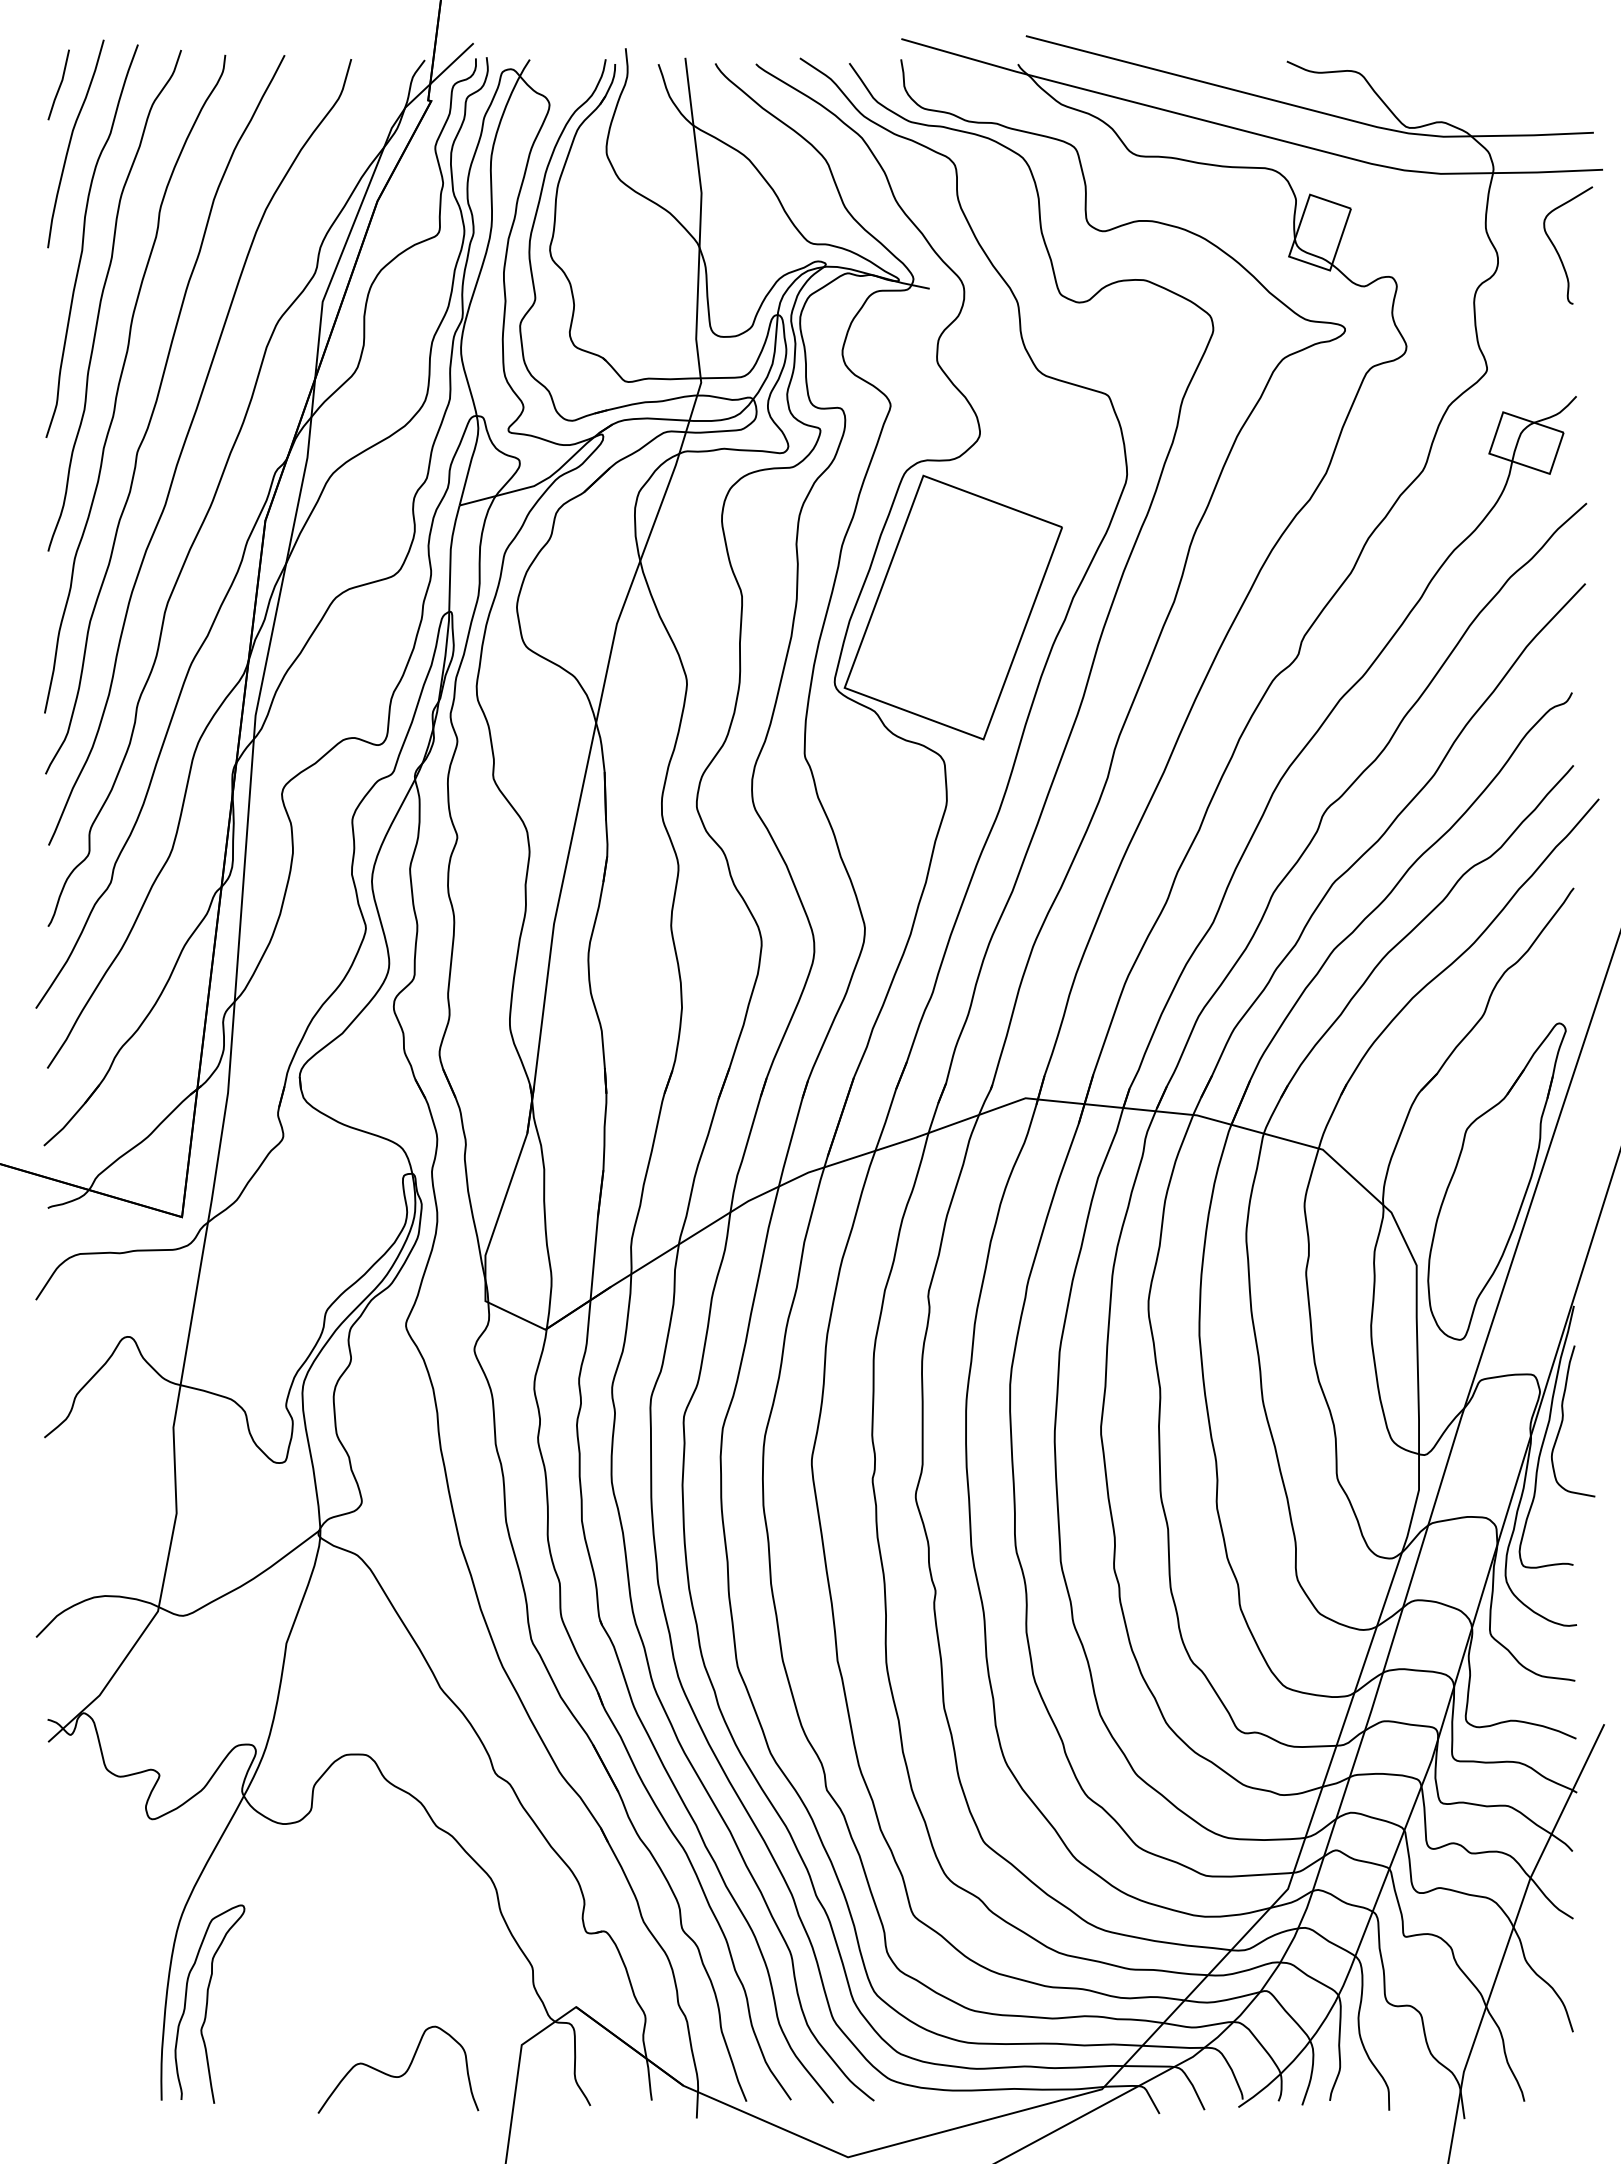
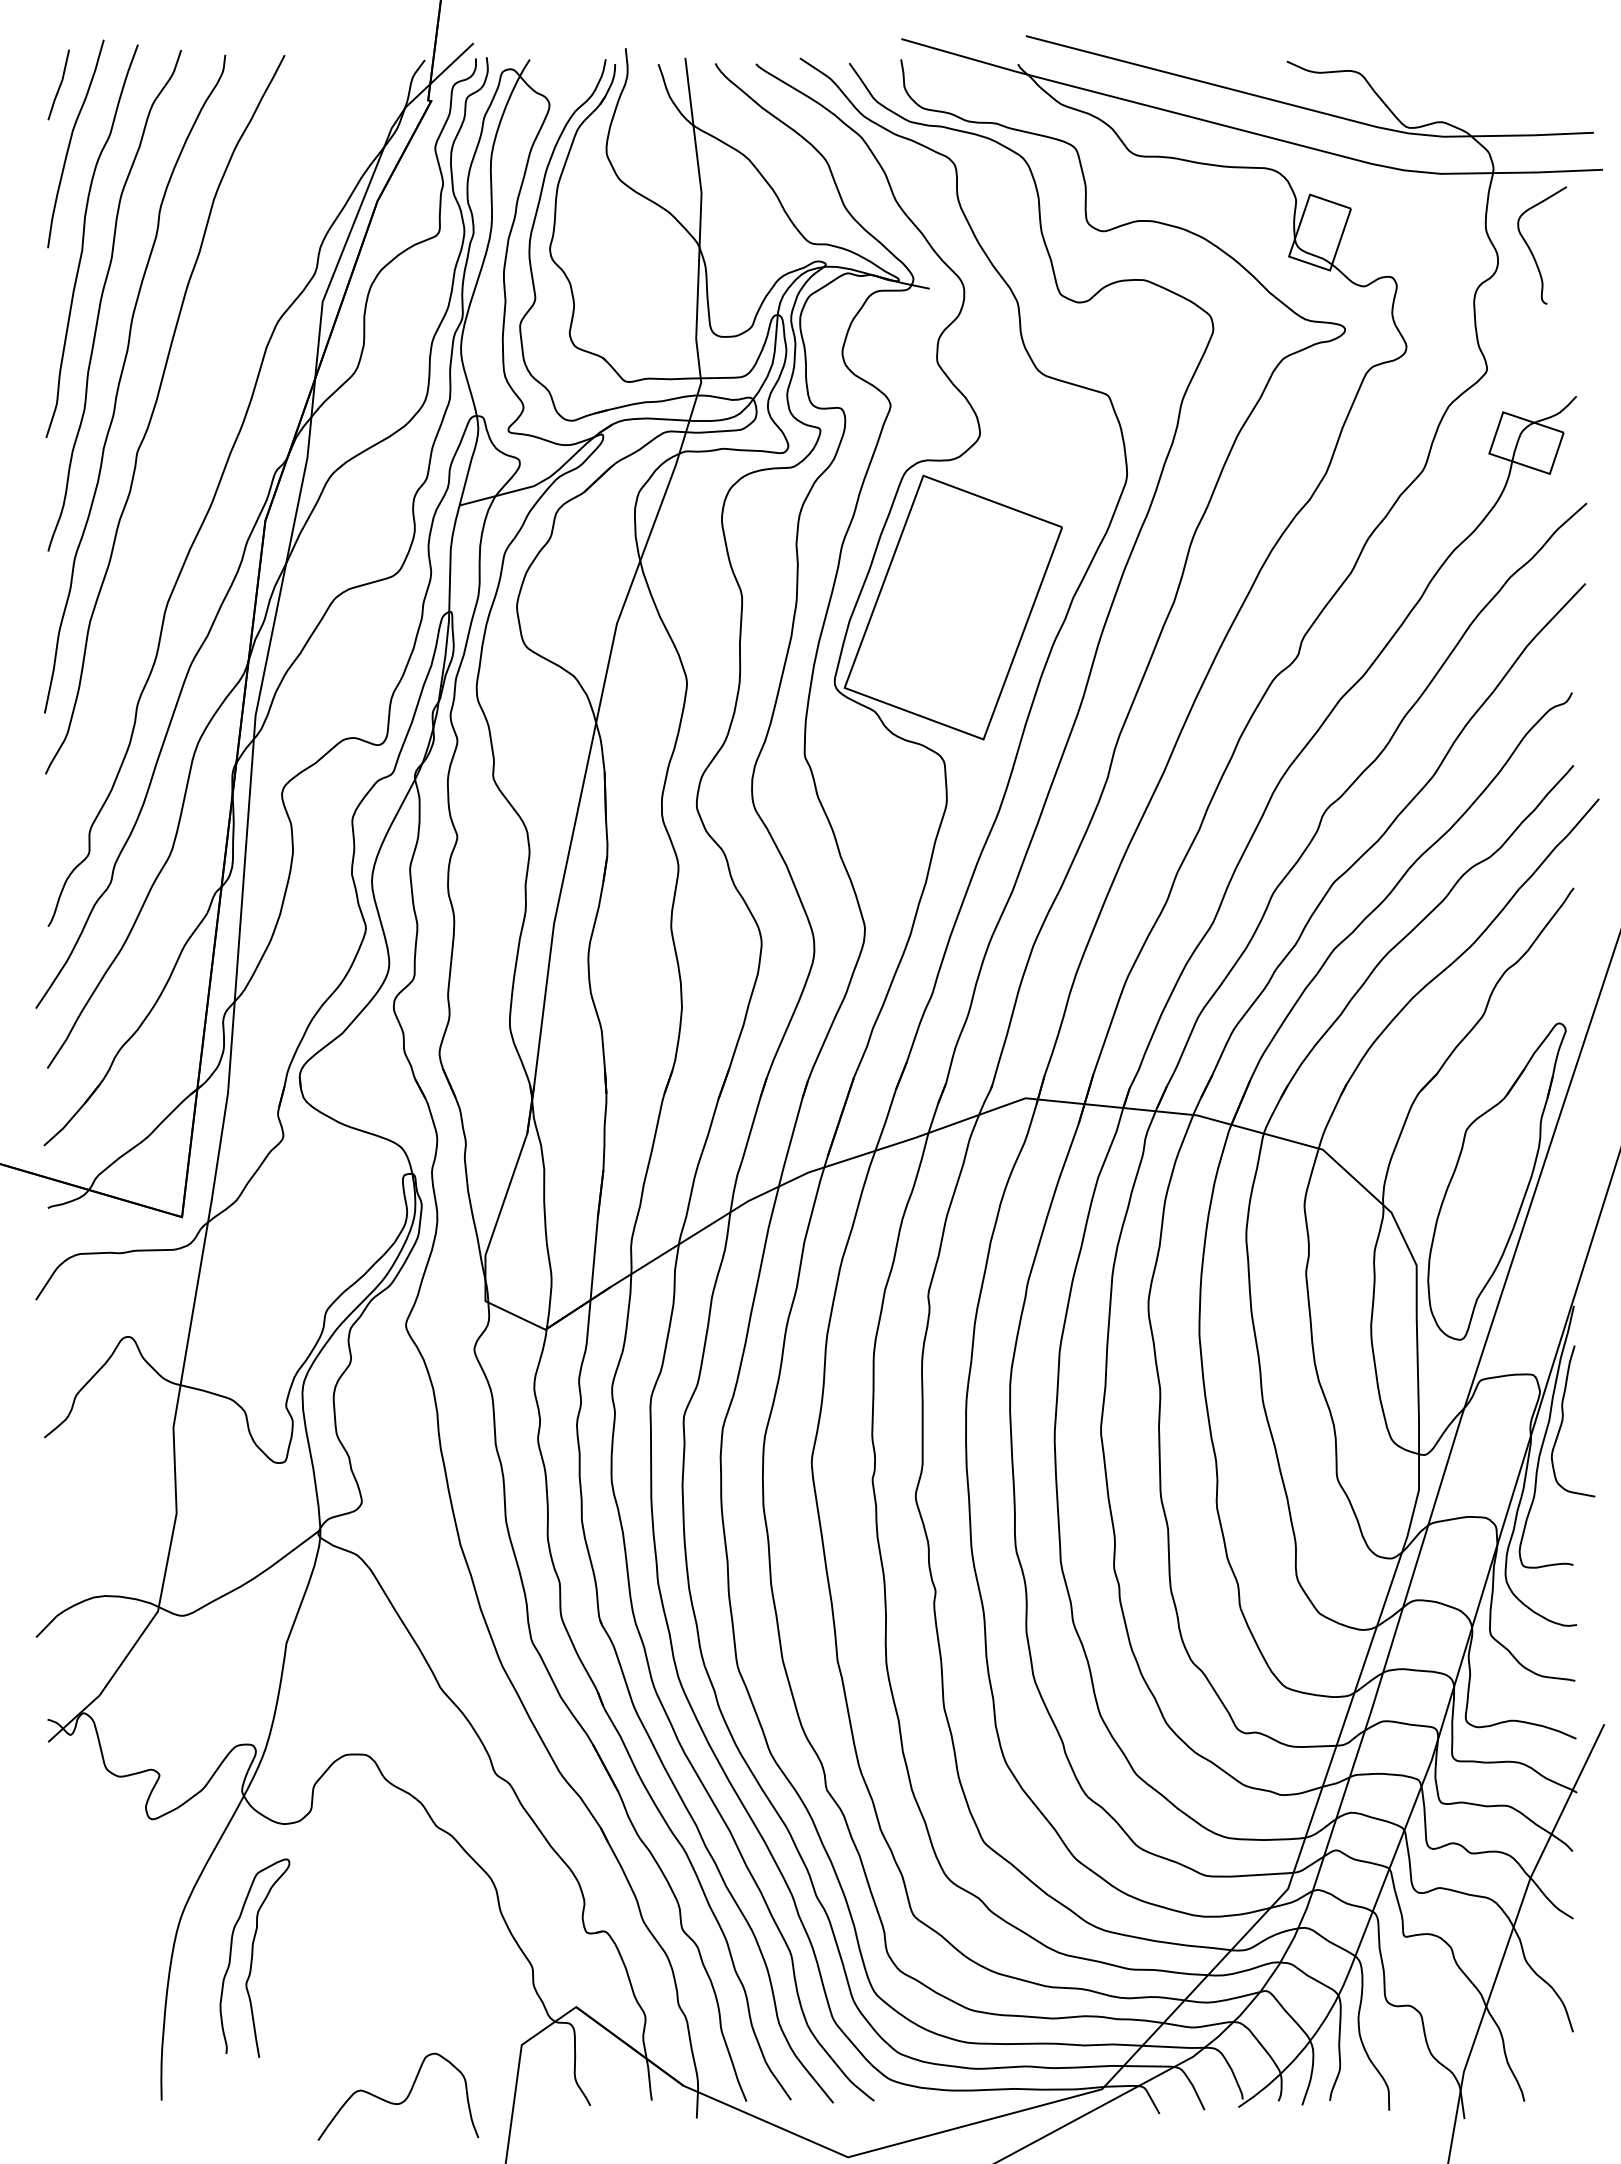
curve at (1557, 250) position: (1557, 250) -> (1531, 250)
curve at (184, 446): present -> none
curve at (207, 2003) position: (207, 2003) -> (252, 1957)
curve at (401, 2074) position: (401, 2074) -> (401, 2101)
